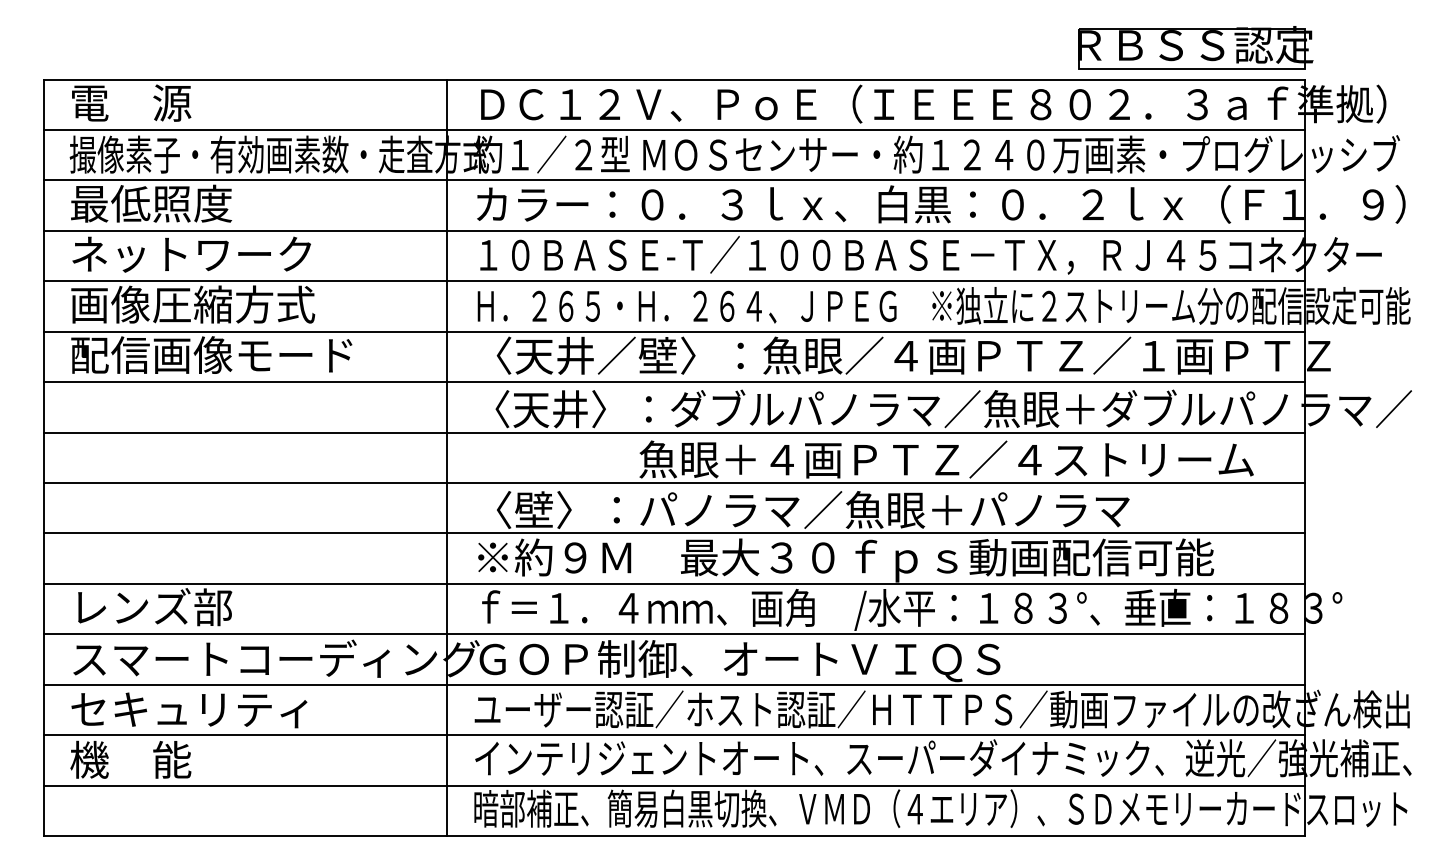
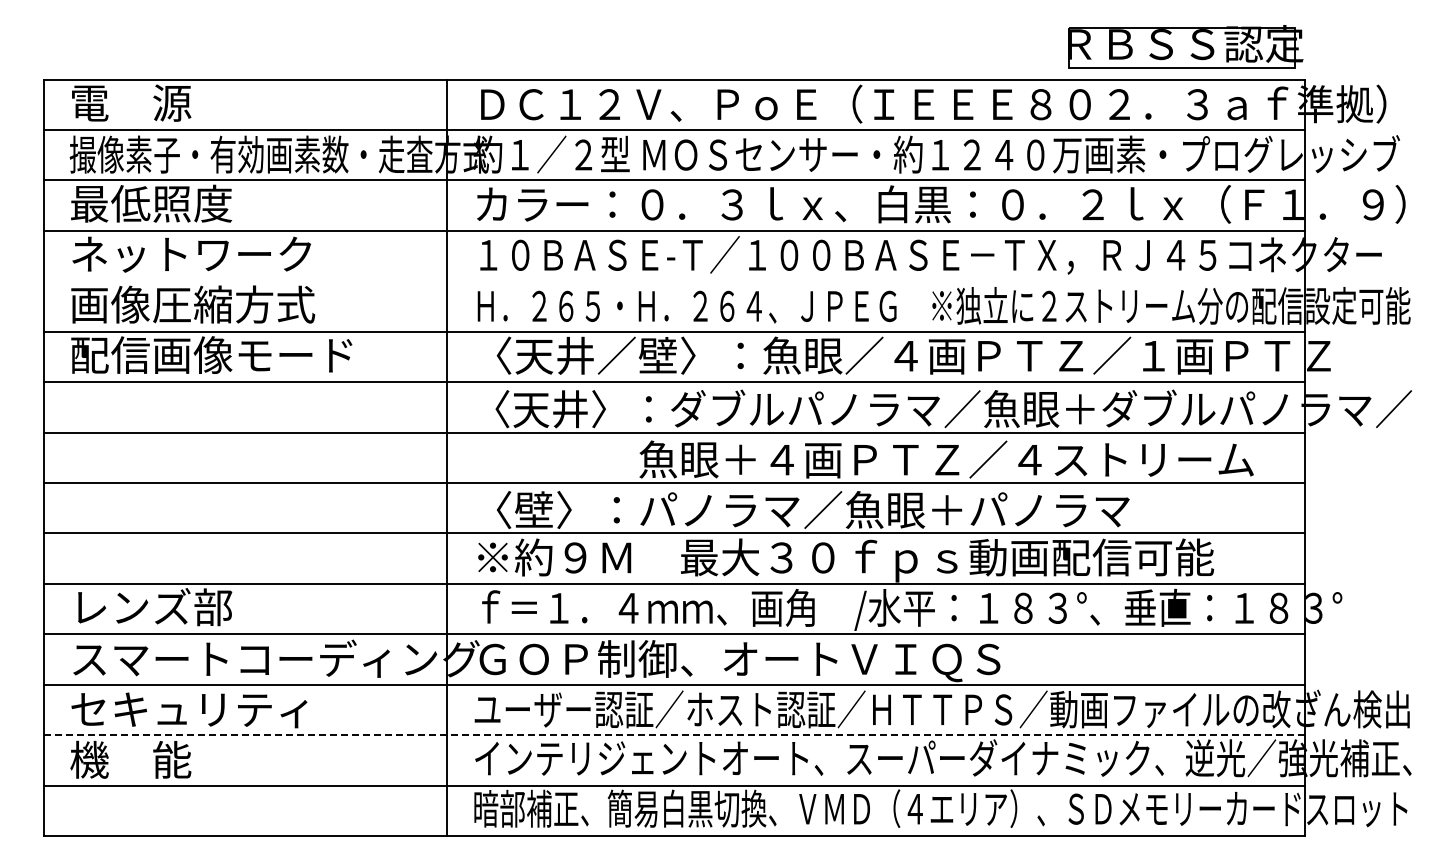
part at (1195, 47) position: (1195, 47) -> (1185, 46)
line at (673, 281): present -> none
line at (674, 735): solid -> dashed
